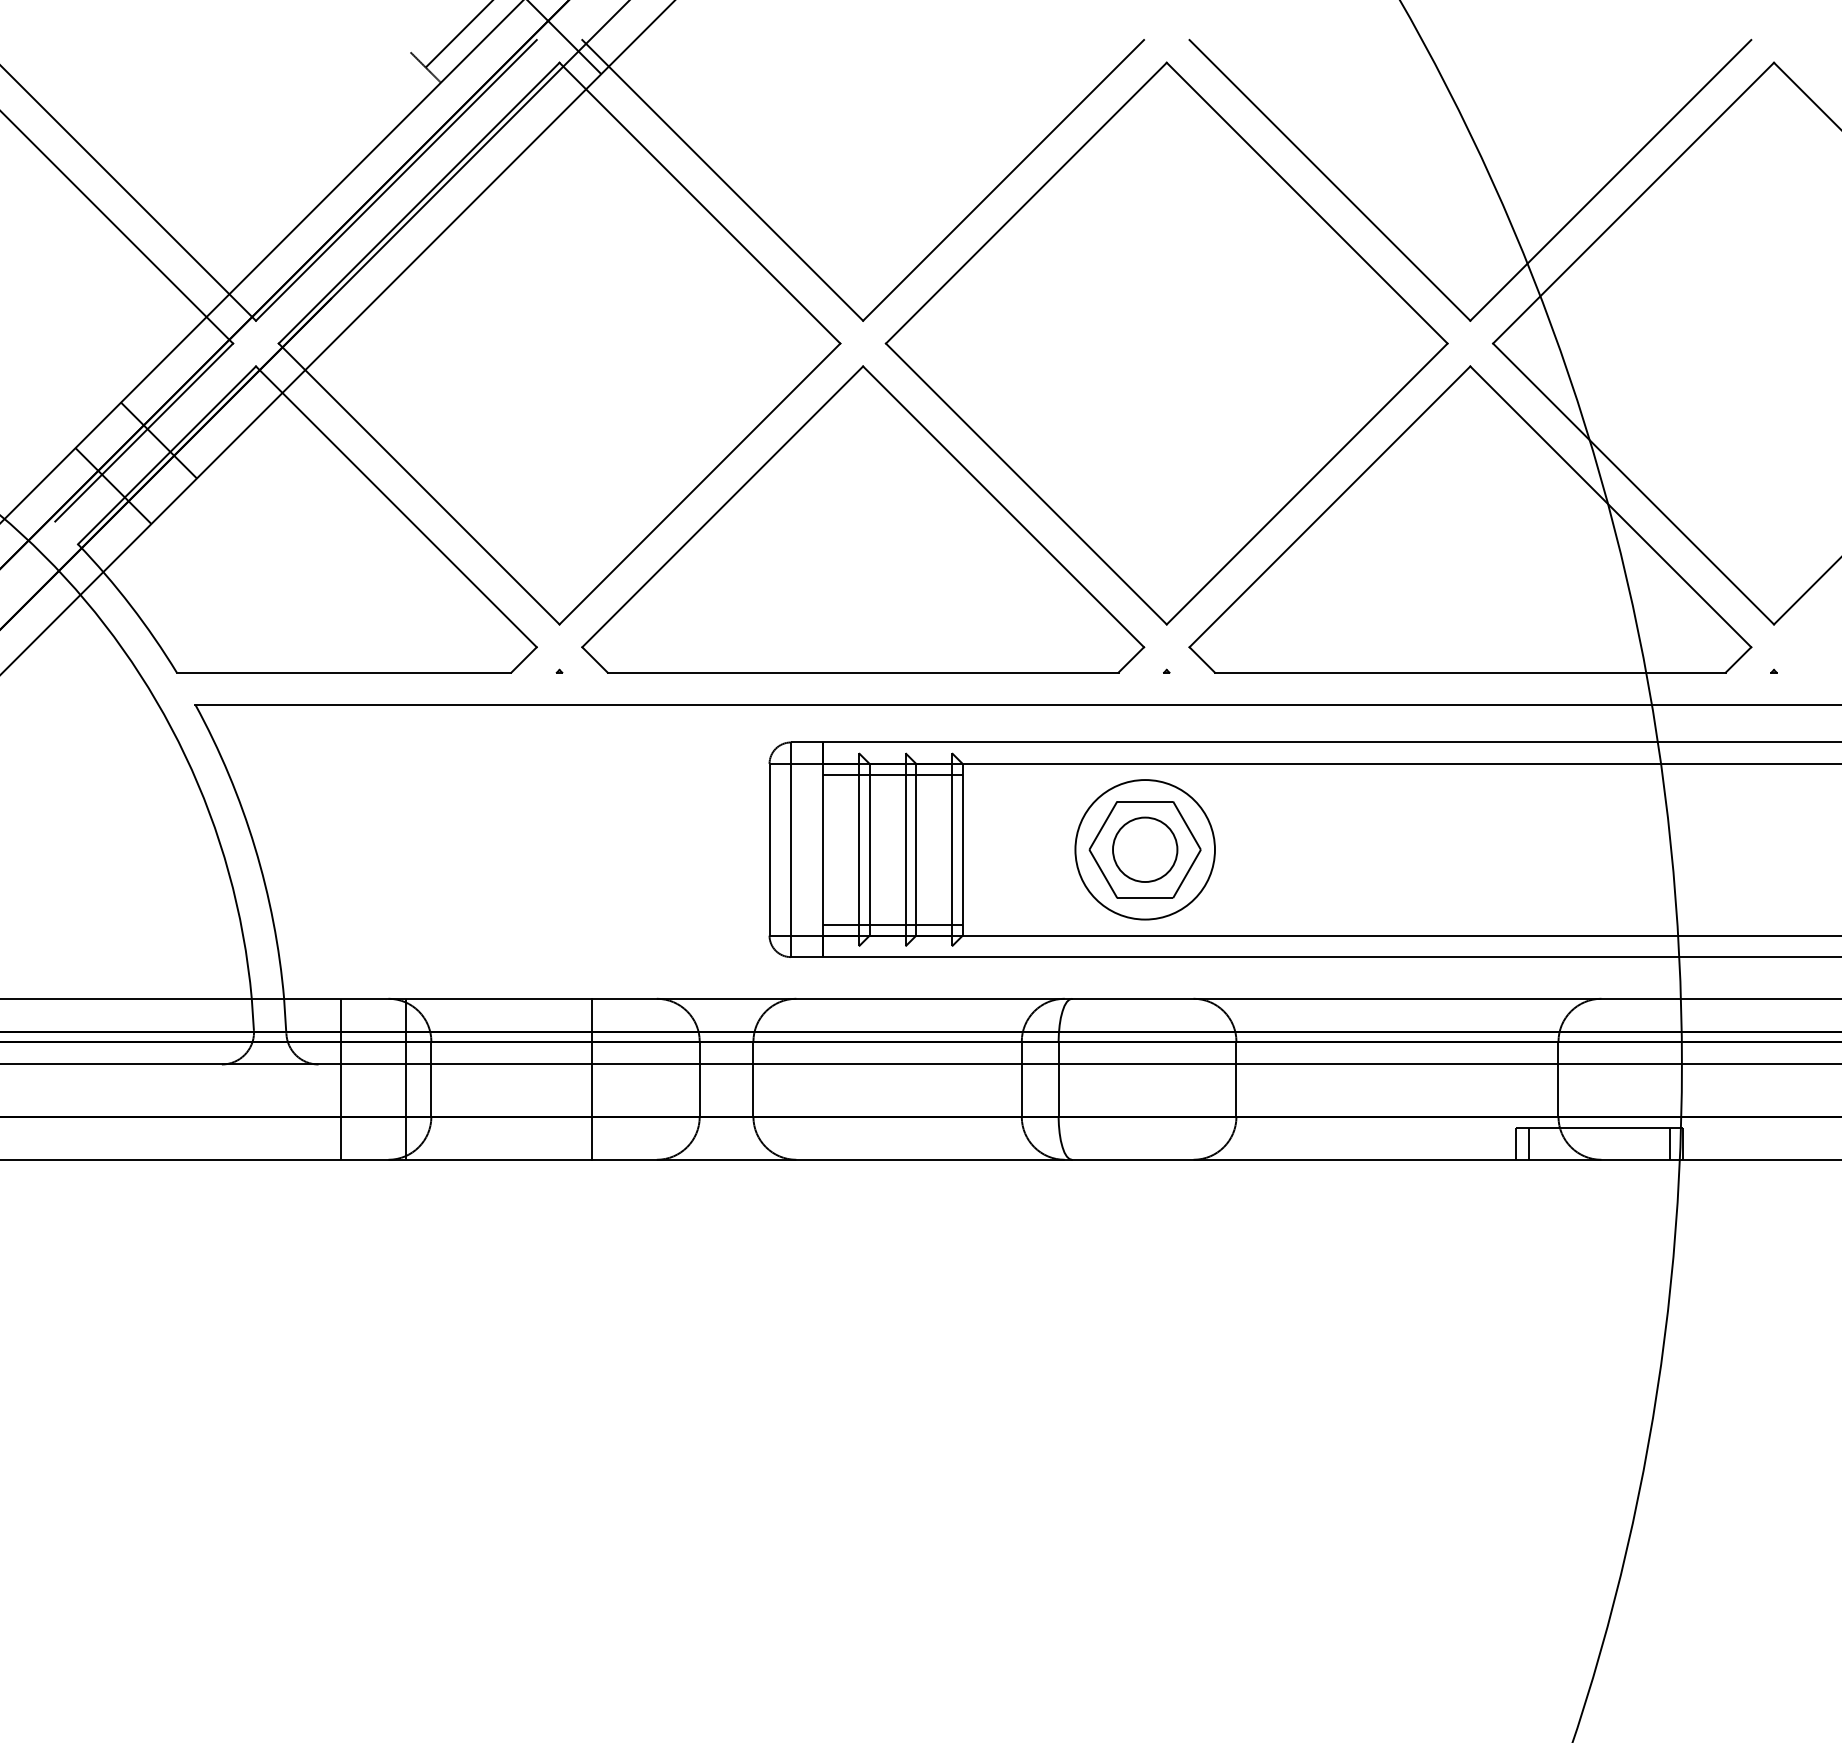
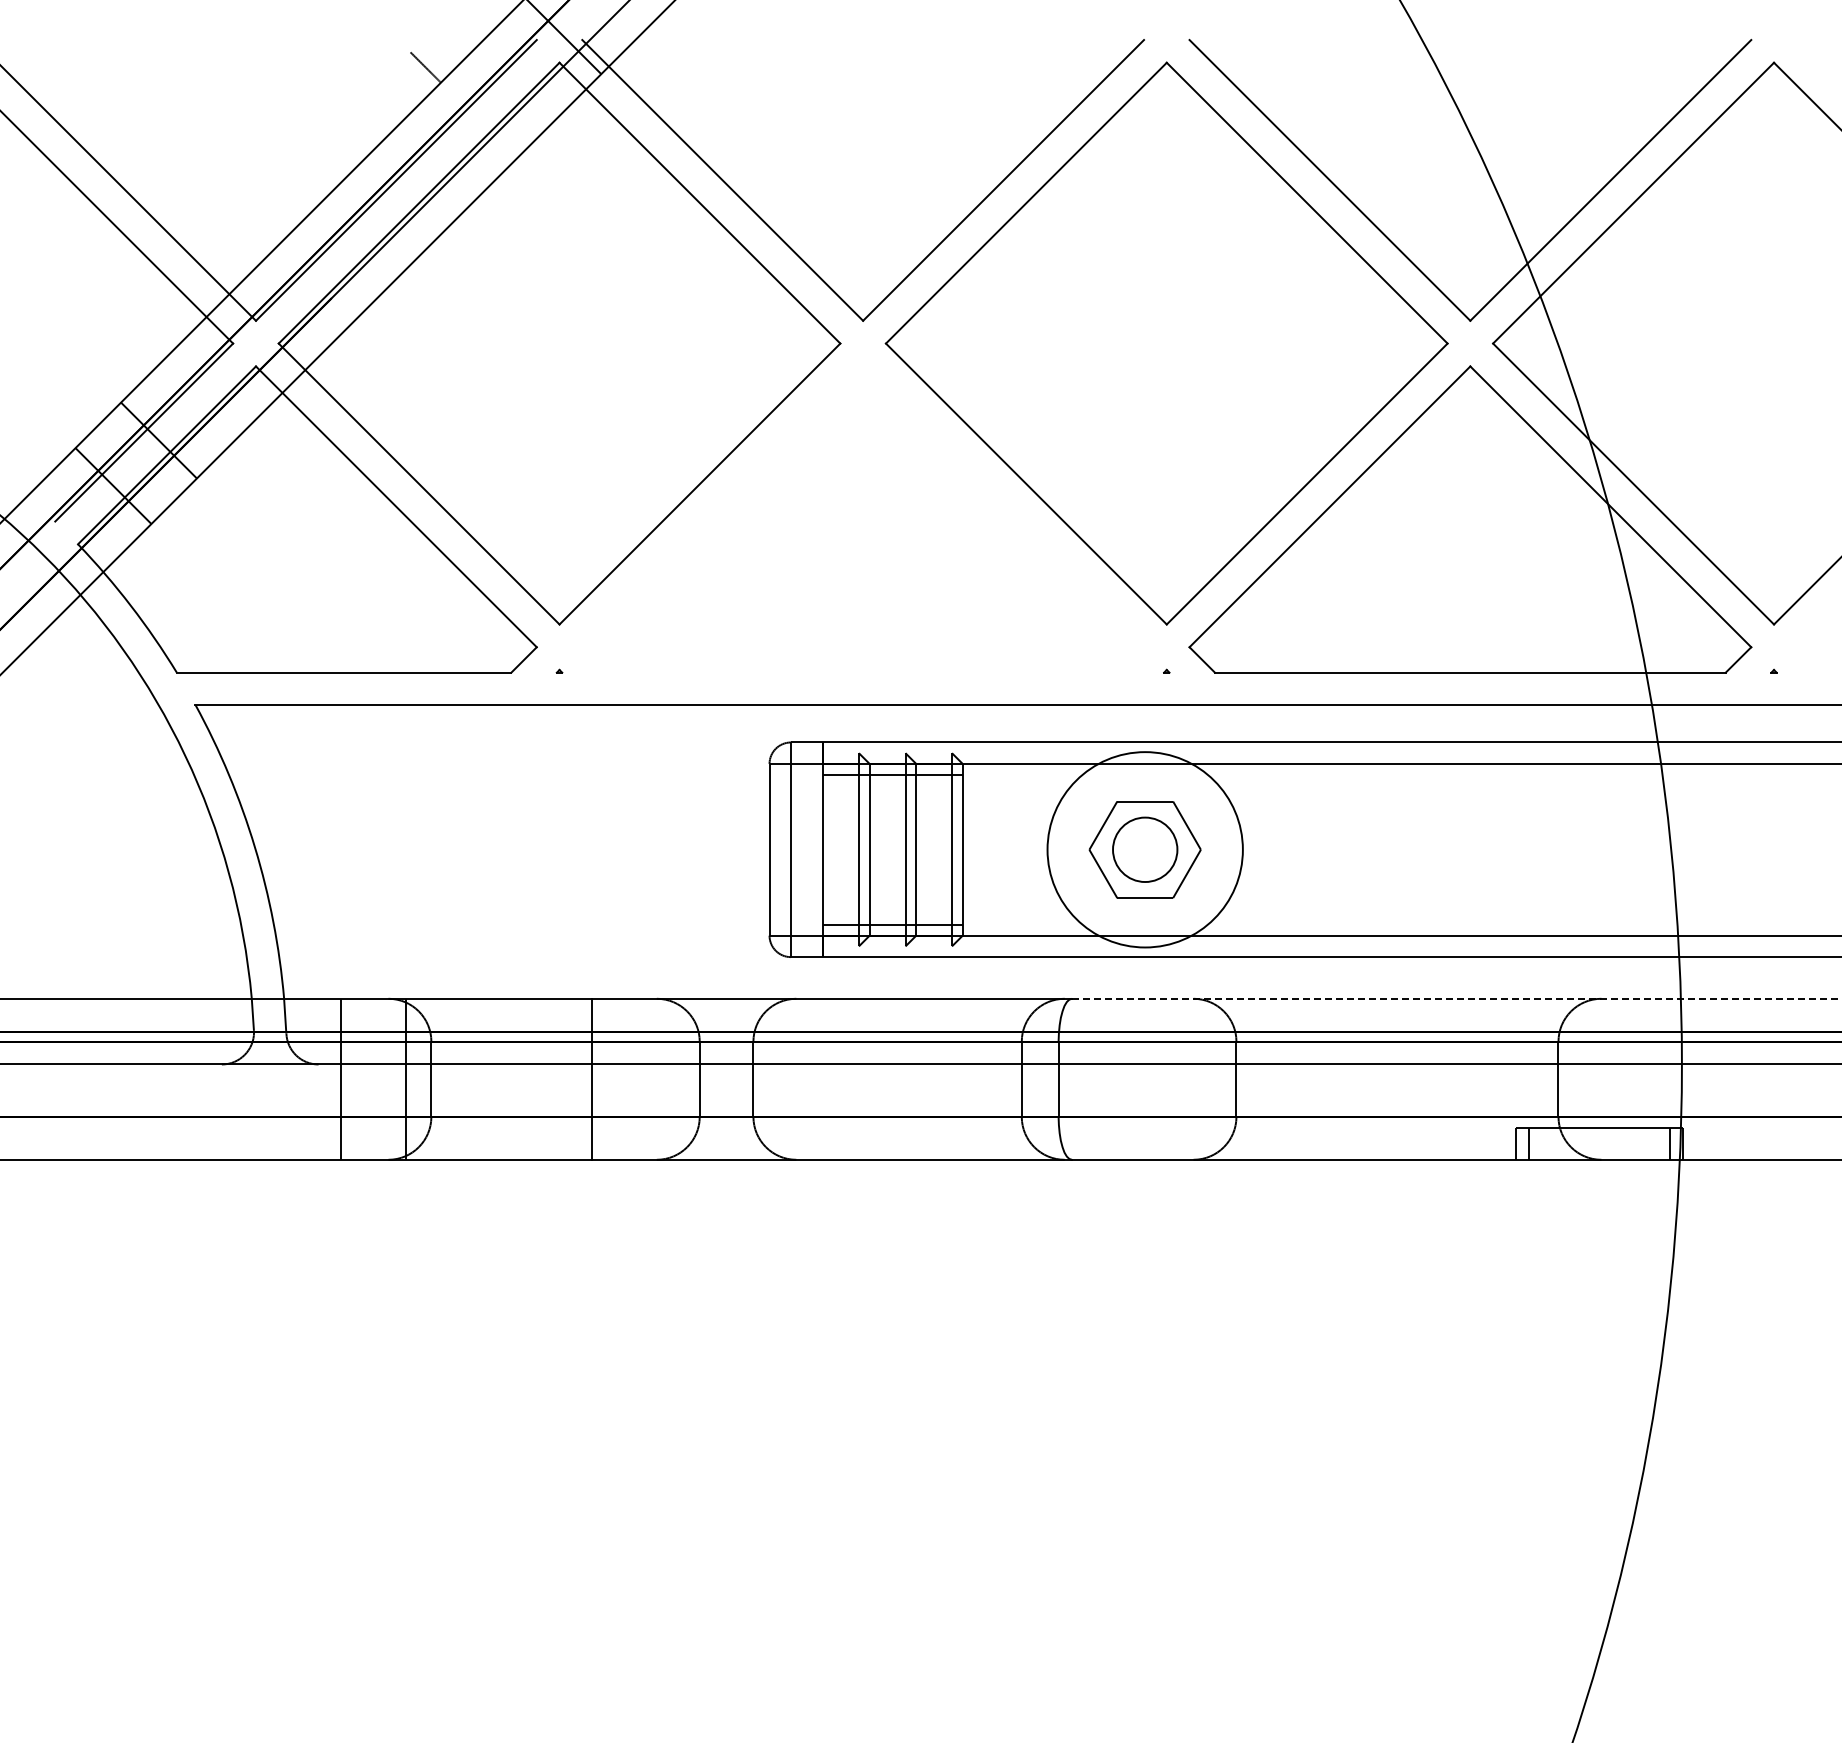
line at (457, 34): present -> none
part at (863, 519): present -> none
circle at (1144, 849) diameter: 140 px -> 195 px
line at (1456, 998): solid -> dashed
